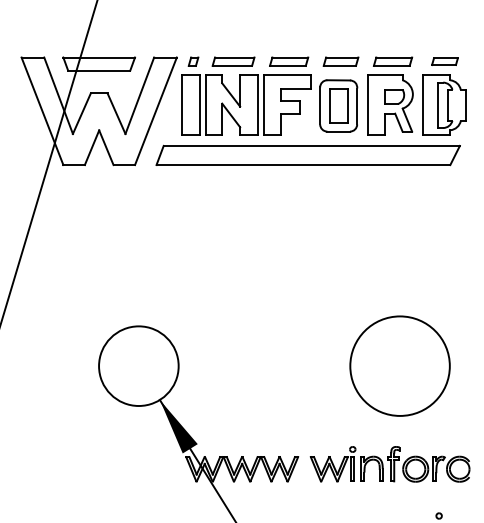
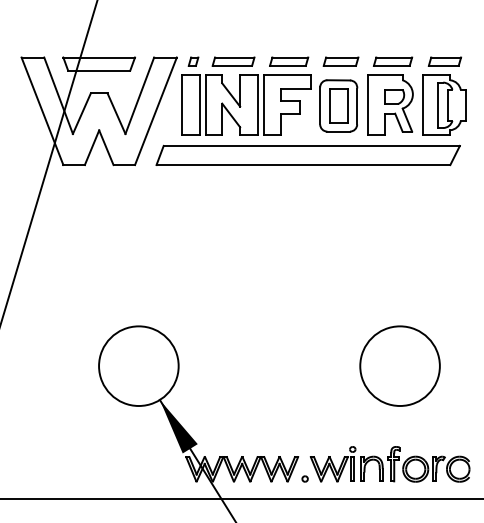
part at (444, 61) size: 28x9 px -> 36x11 px
circle at (399, 365) diameter: 100 px -> 80 px
line at (241, 498): none -> present
part at (438, 515) position: (438, 515) -> (304, 478)
